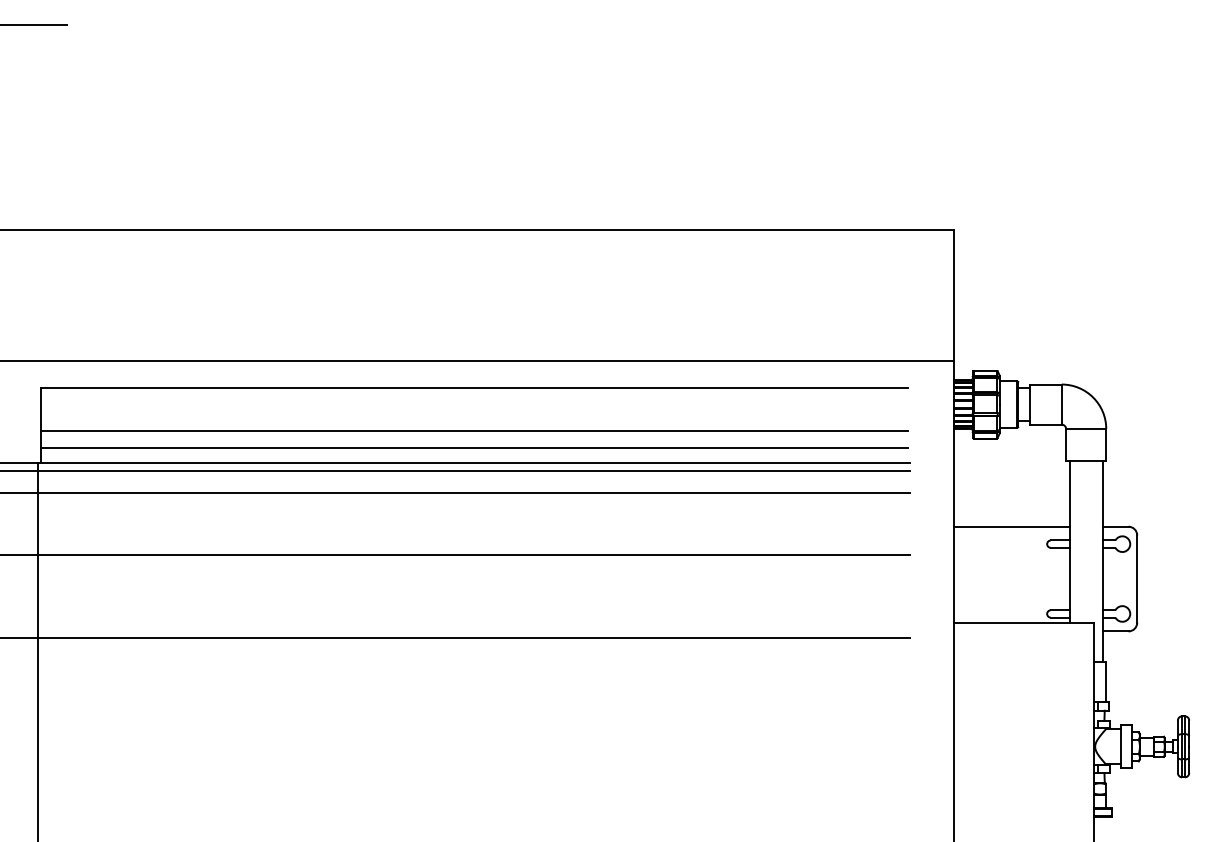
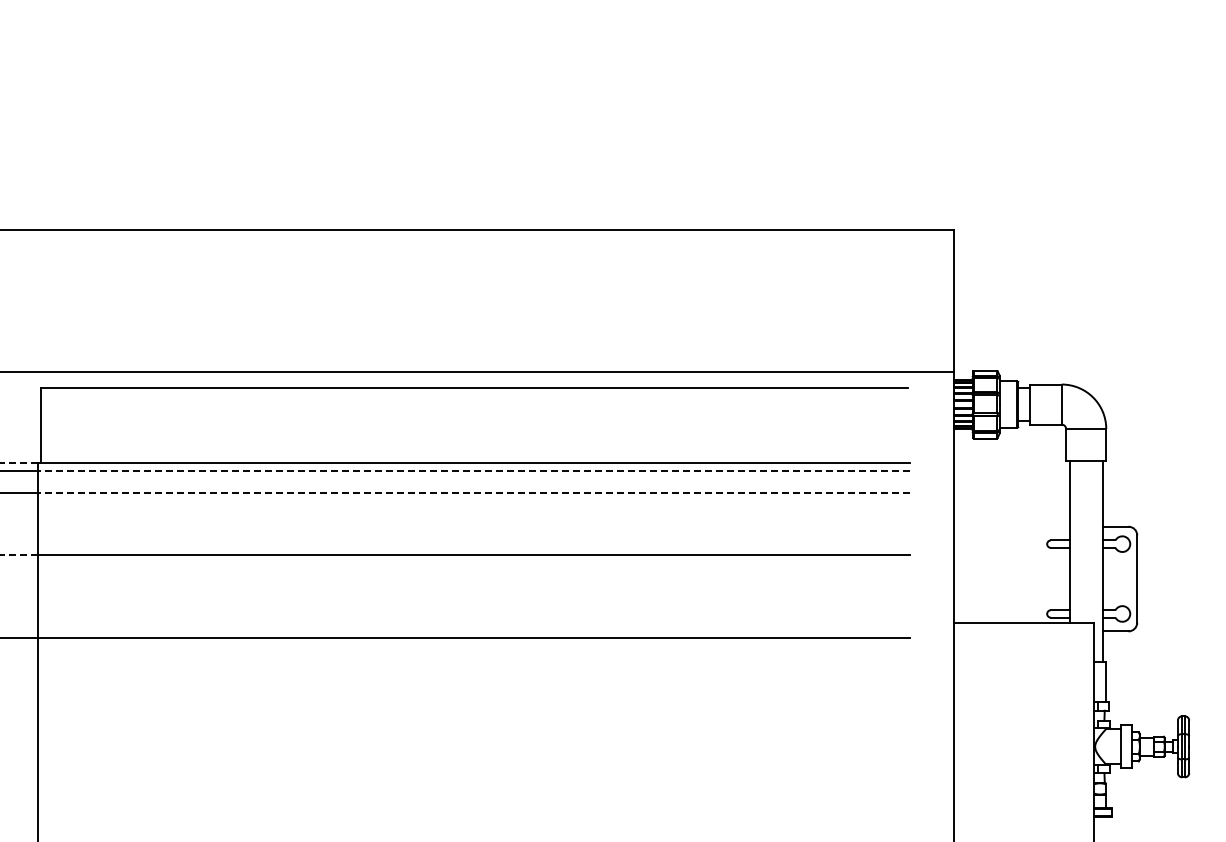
line at (34, 25): present -> none
line at (478, 360) position: (478, 360) -> (478, 371)
line at (473, 431): present -> none
line at (473, 448): present -> none
line at (19, 463): solid -> dashed
line at (473, 471): solid -> dashed
line at (473, 492): solid -> dashed
line at (1011, 526): present -> none
line at (19, 554): solid -> dashed
